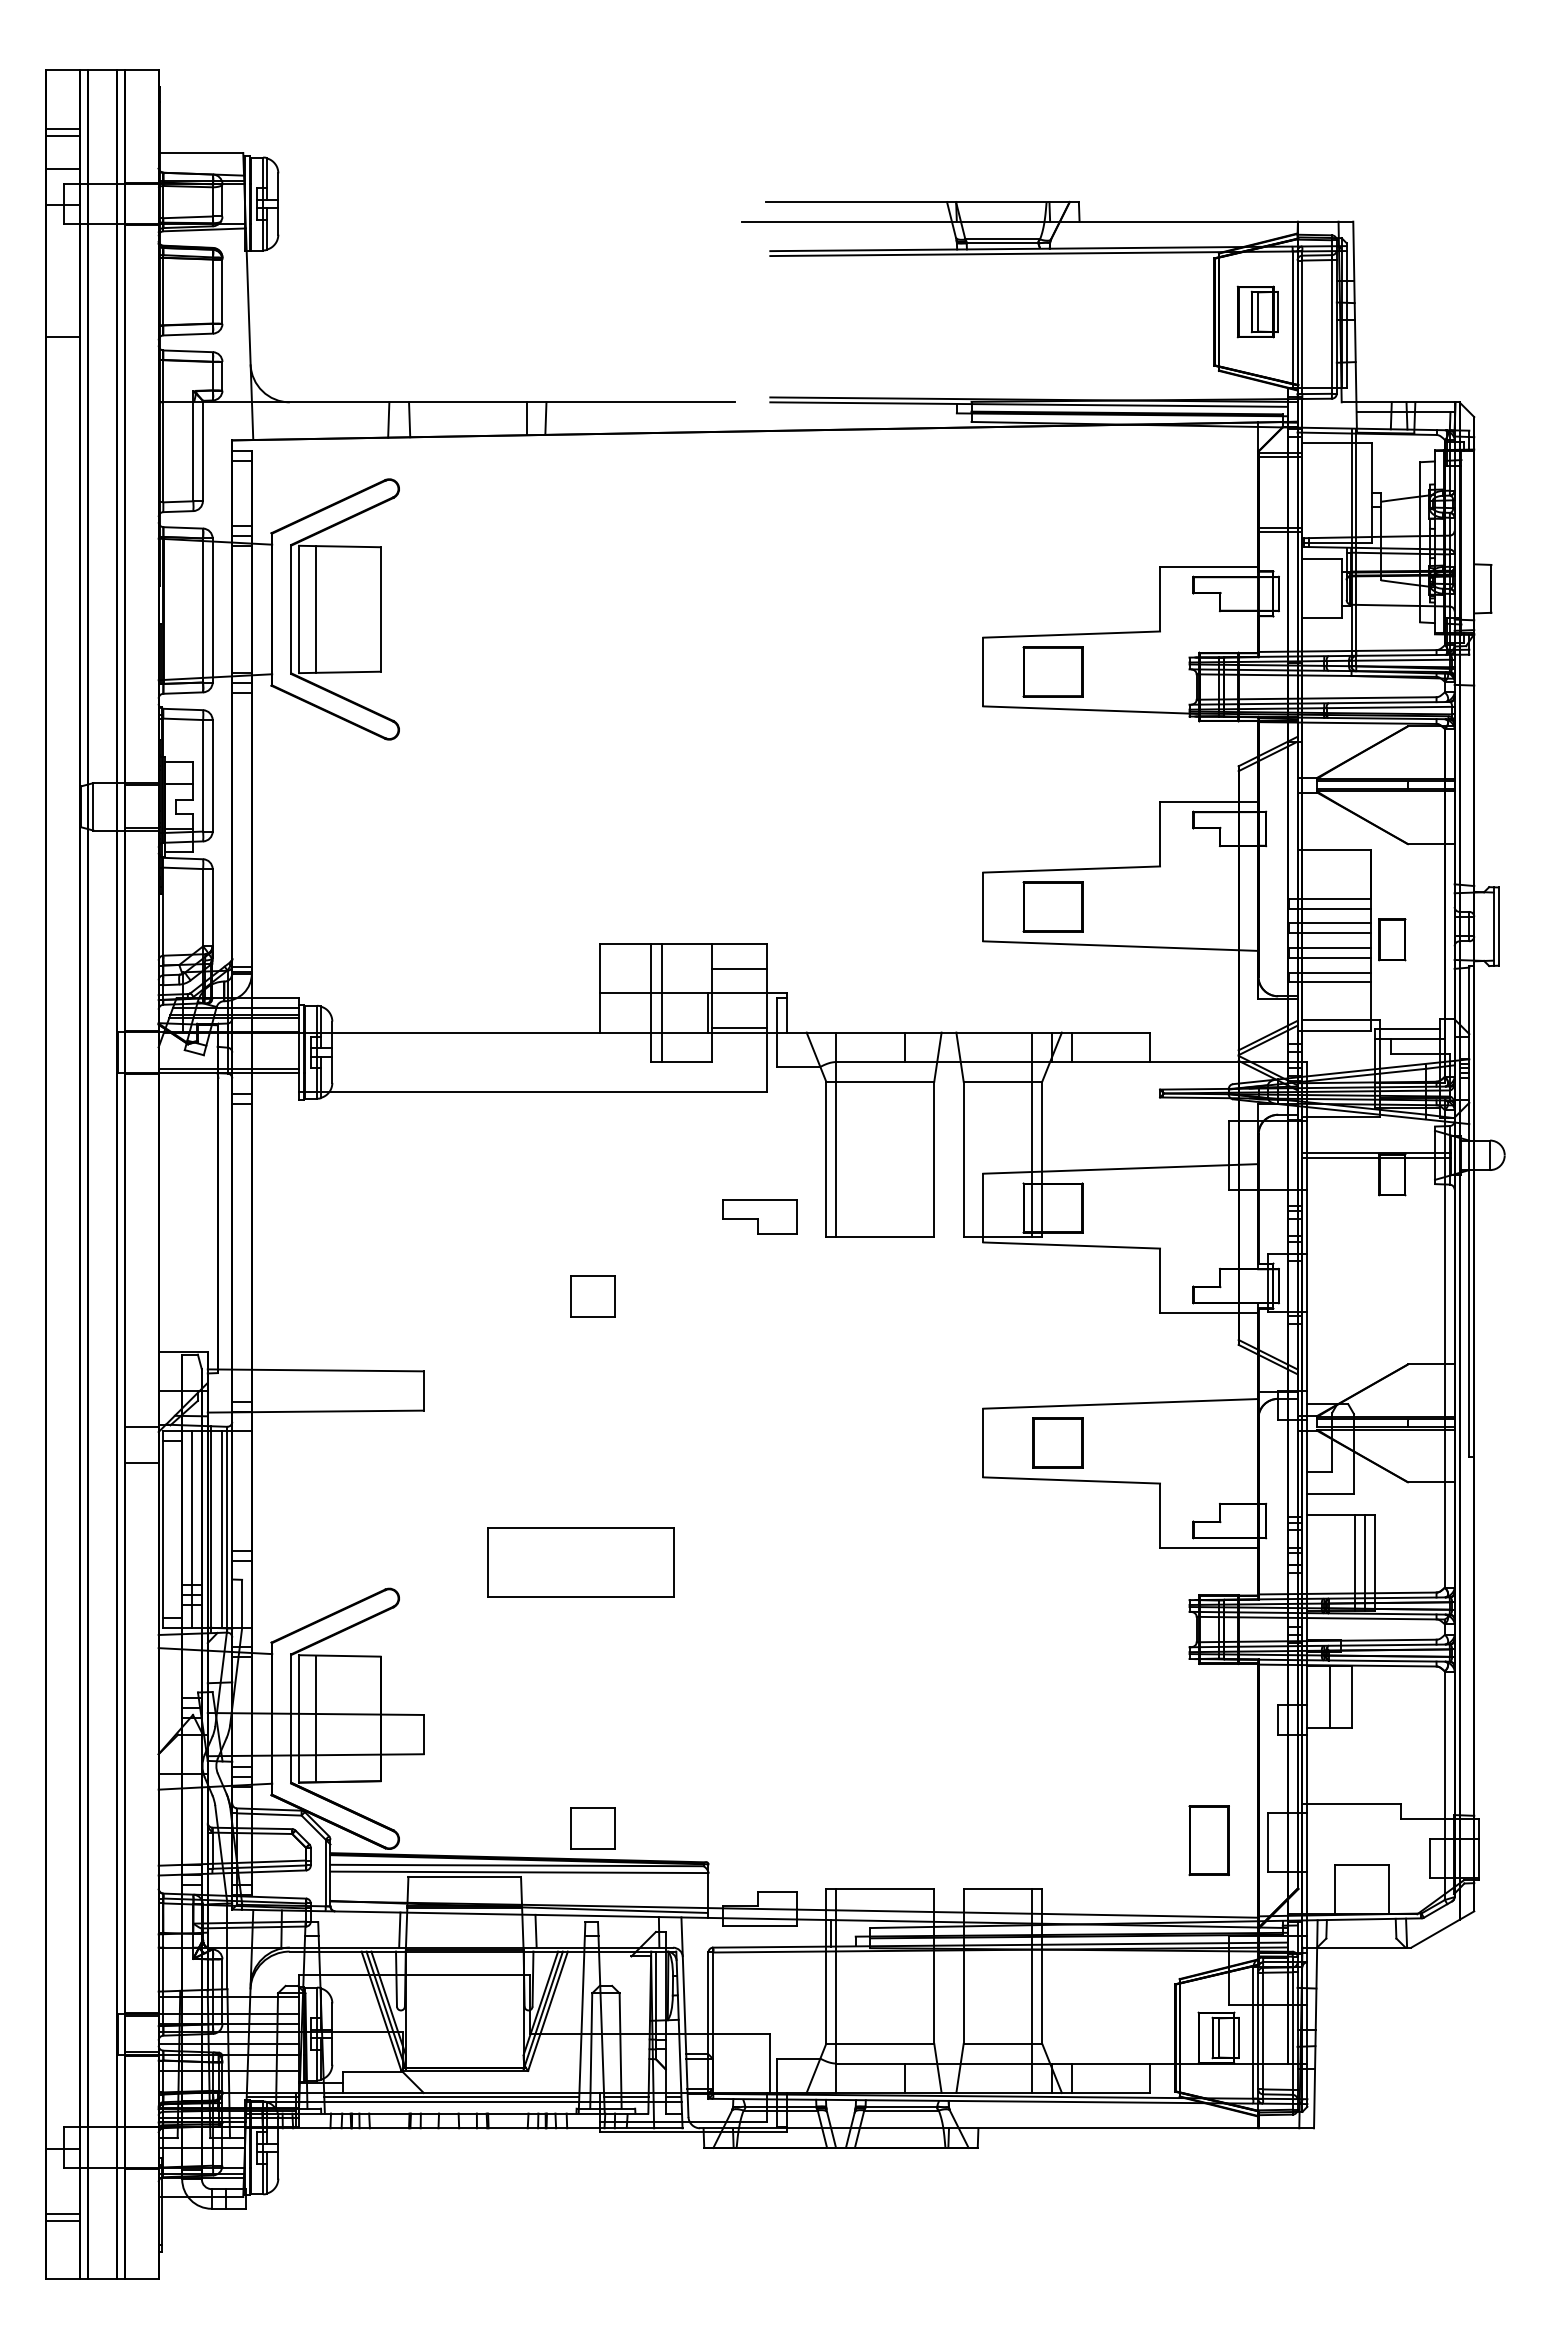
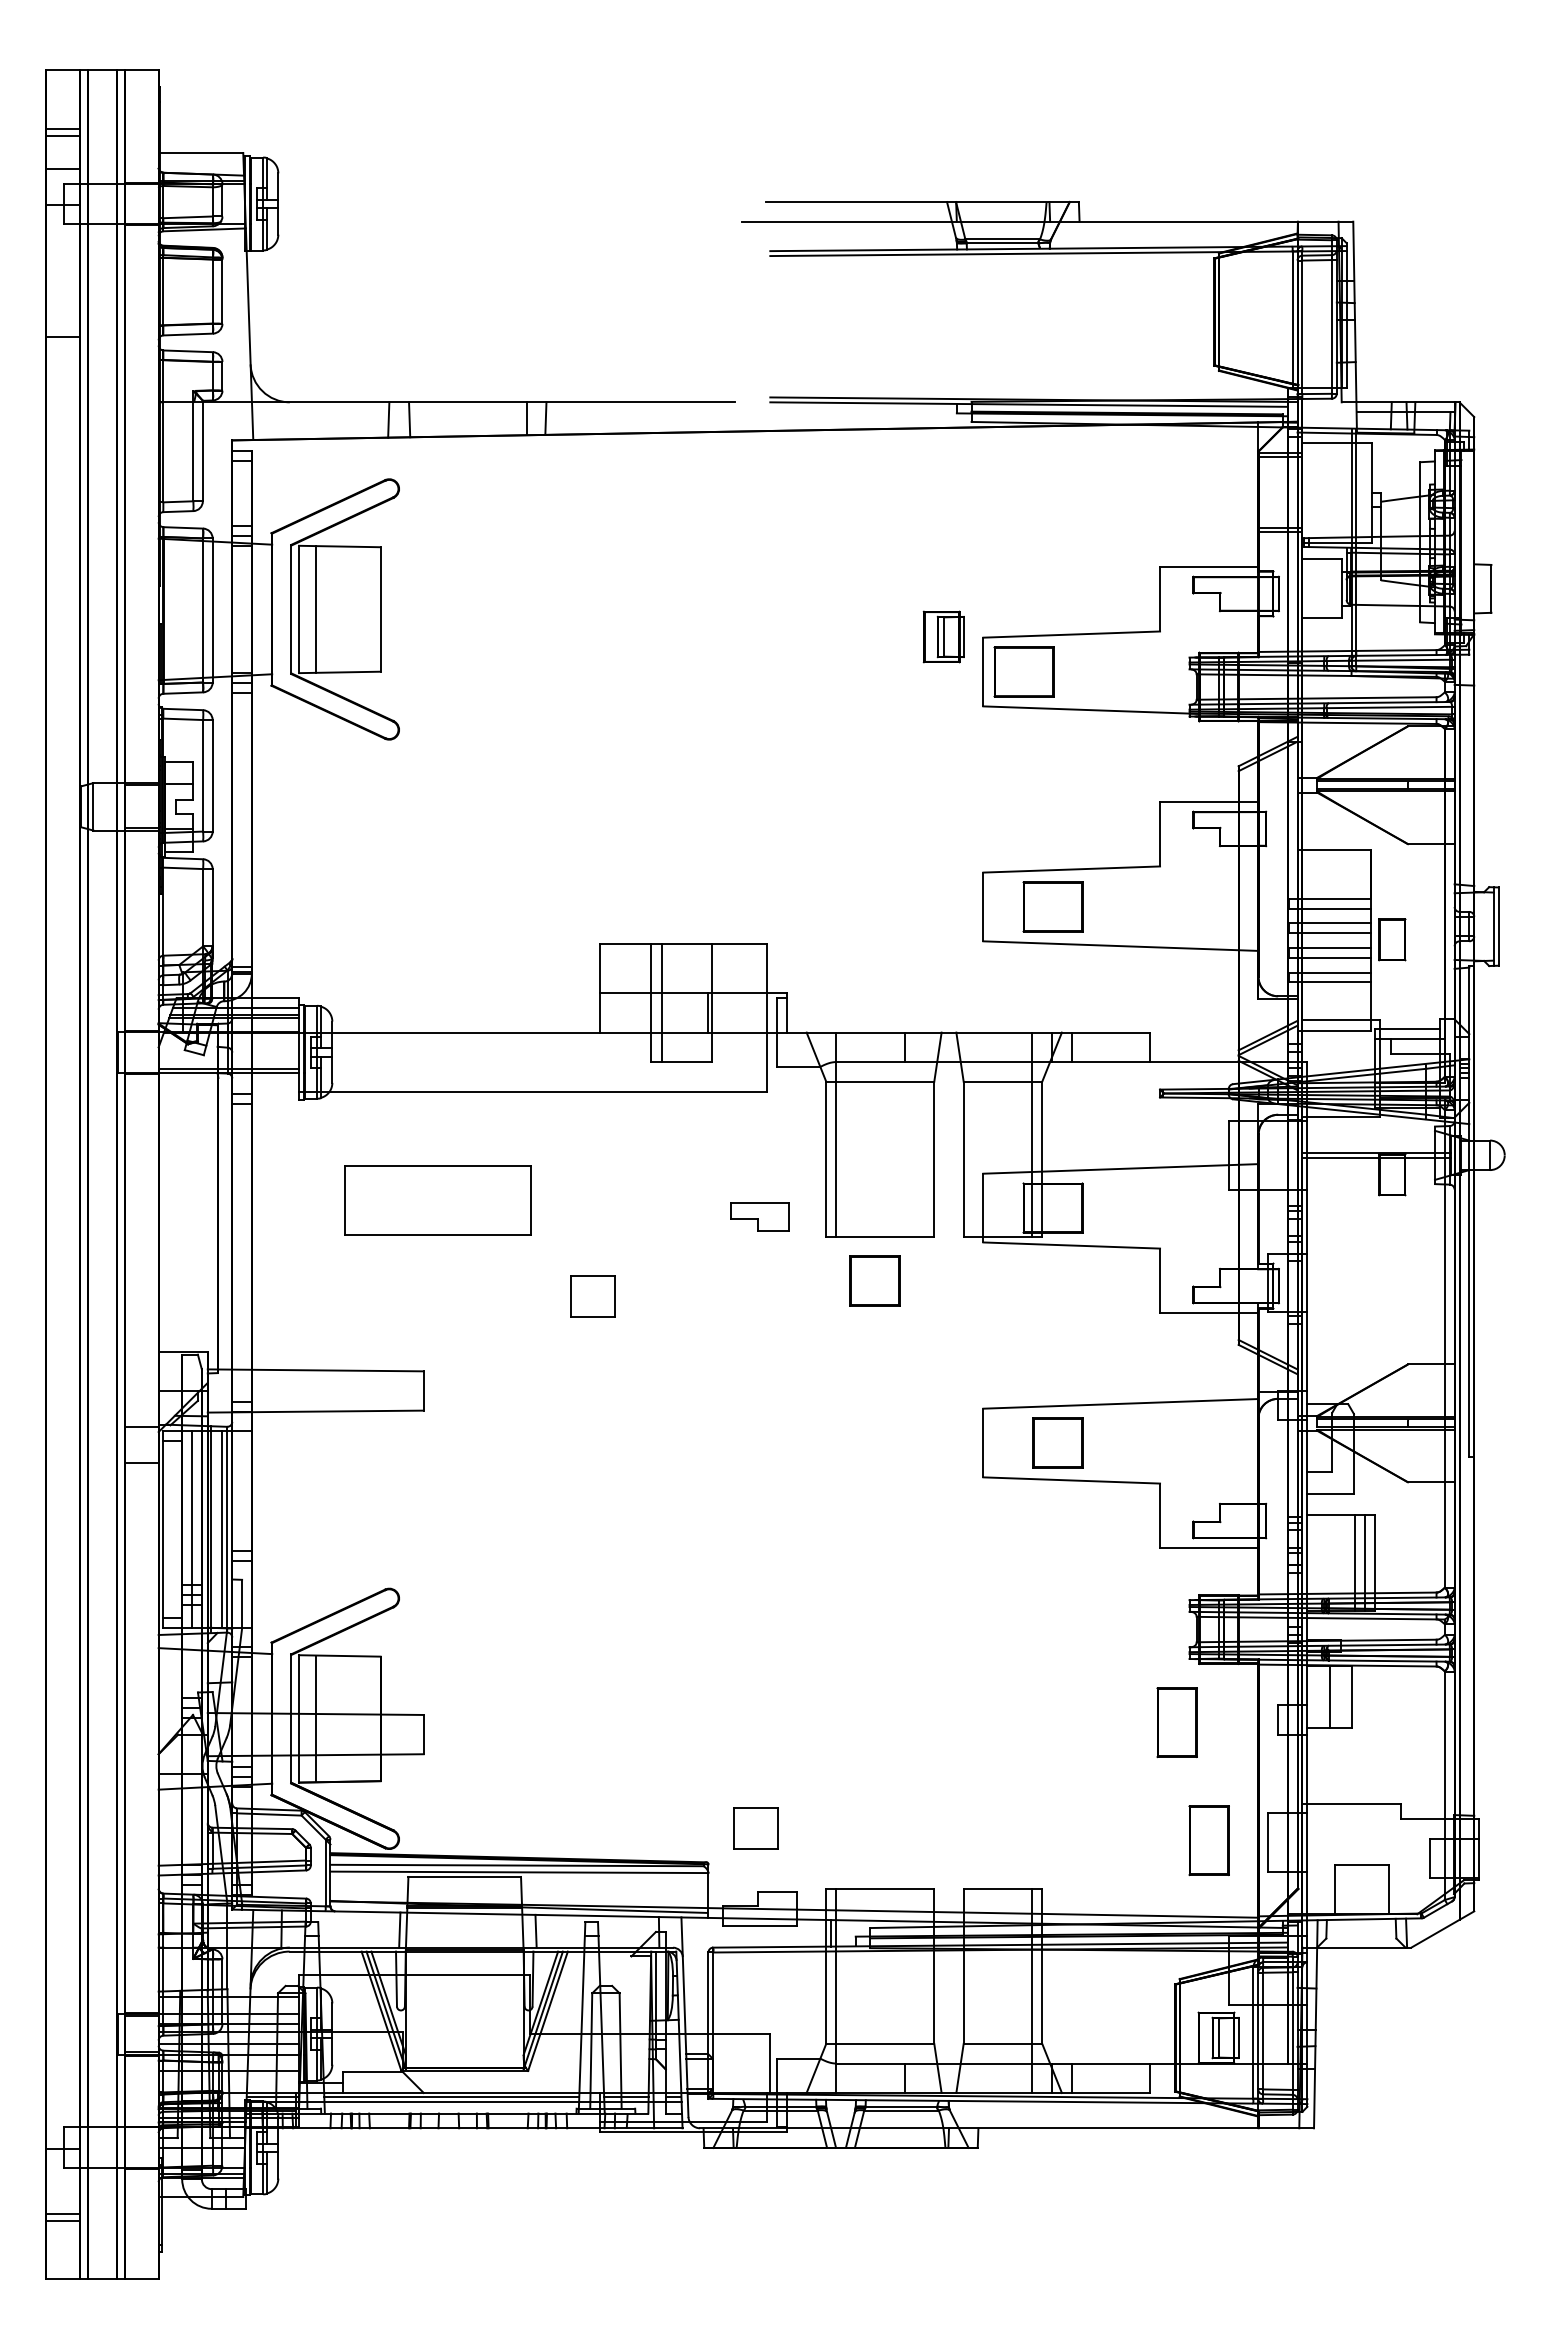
part at (1257, 311) position: (1257, 311) -> (943, 636)
part at (1052, 671) position: (1052, 671) -> (1023, 671)
line at (739, 968): present -> none
line at (739, 1027): present -> none
part at (759, 1216) size: 76x36 px -> 60x30 px
part at (874, 1280): none -> present
part at (580, 1562) position: (580, 1562) -> (437, 1200)
part at (1176, 1722): none -> present
part at (592, 1828) position: (592, 1828) -> (755, 1828)
